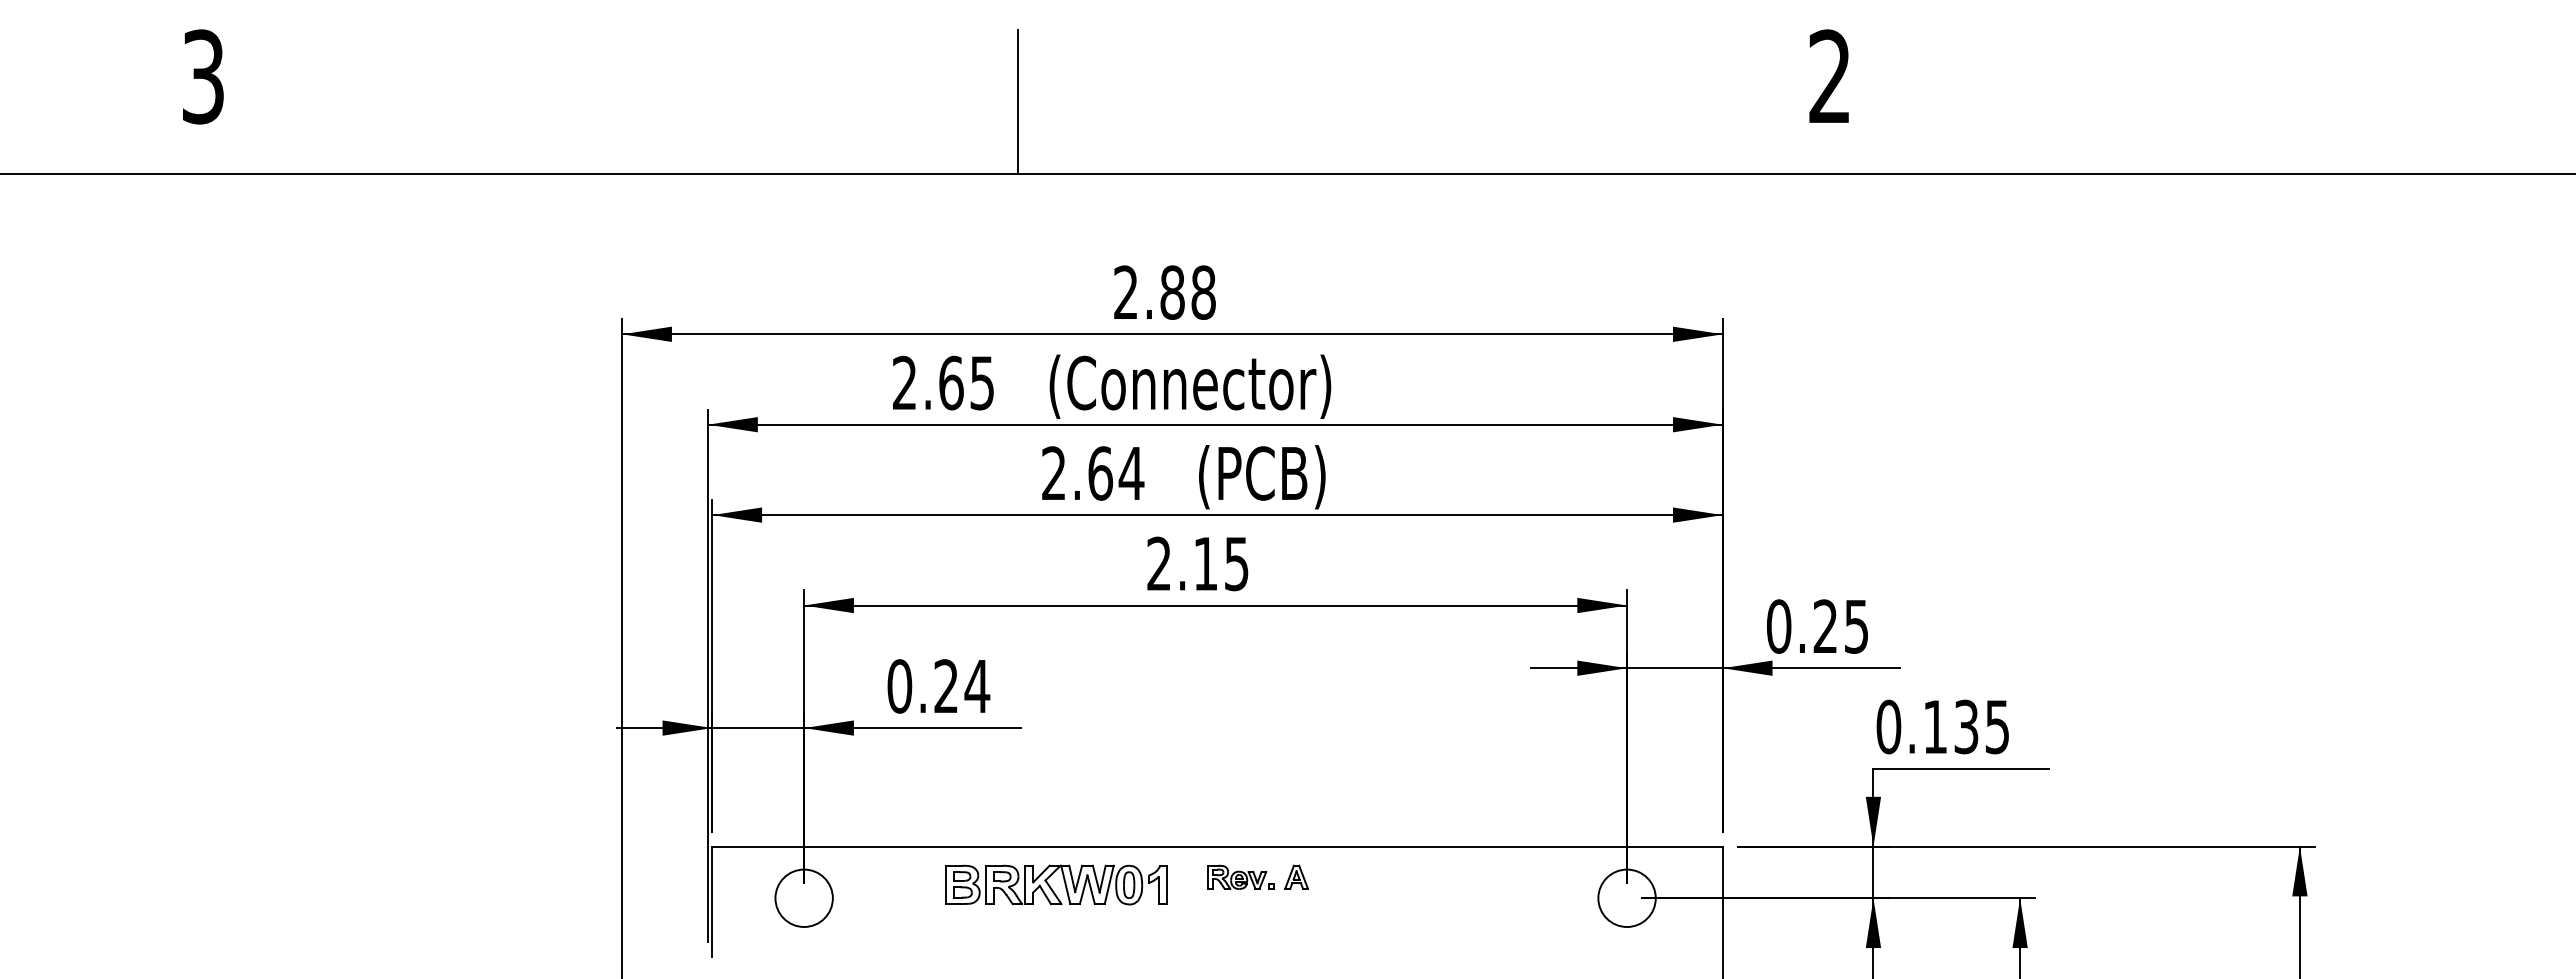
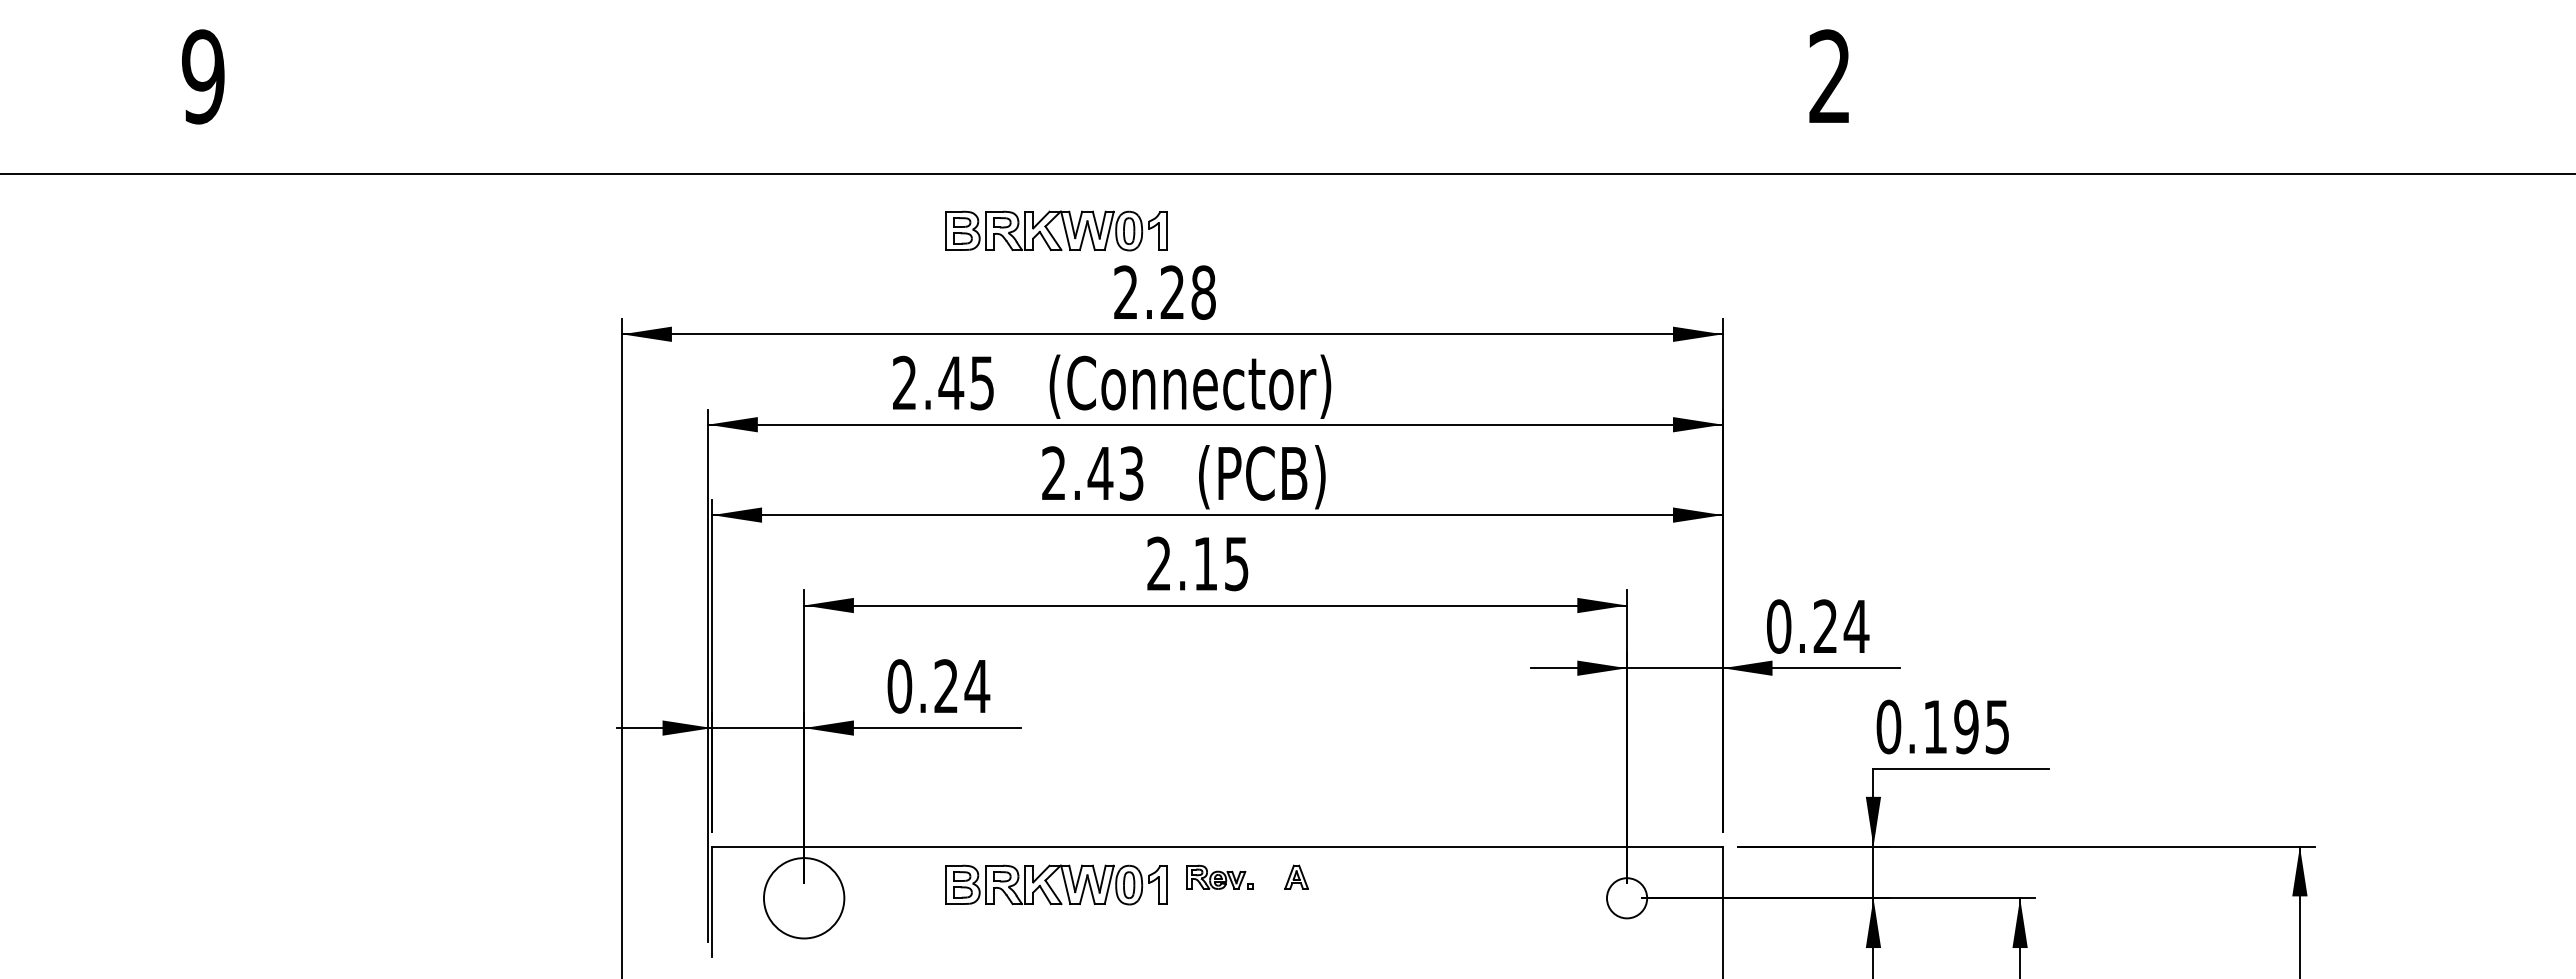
text at (202, 76): 3 -> 9
line at (1017, 101): present -> none
part at (1056, 230): none -> present
text at (1172, 292): 2.88 -> 2.28
text at (951, 382): 2.65 -> 2.45
text at (1115, 473): 2.64 -> 2.43
text at (1856, 626): 0.25 -> 0.24
text at (1966, 726): 0.135 -> 0.195
part at (1240, 876) position: (1240, 876) -> (1219, 876)
circle at (803, 898) diameter: 57 px -> 80 px
circle at (1626, 898) diameter: 57 px -> 40 px
